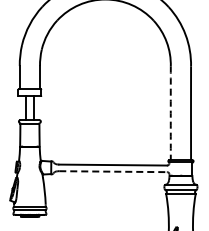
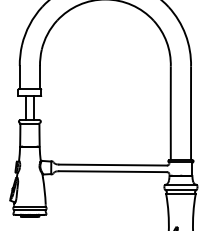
arc at (170, 113): dashed -> solid
line at (113, 171): dashed -> solid
